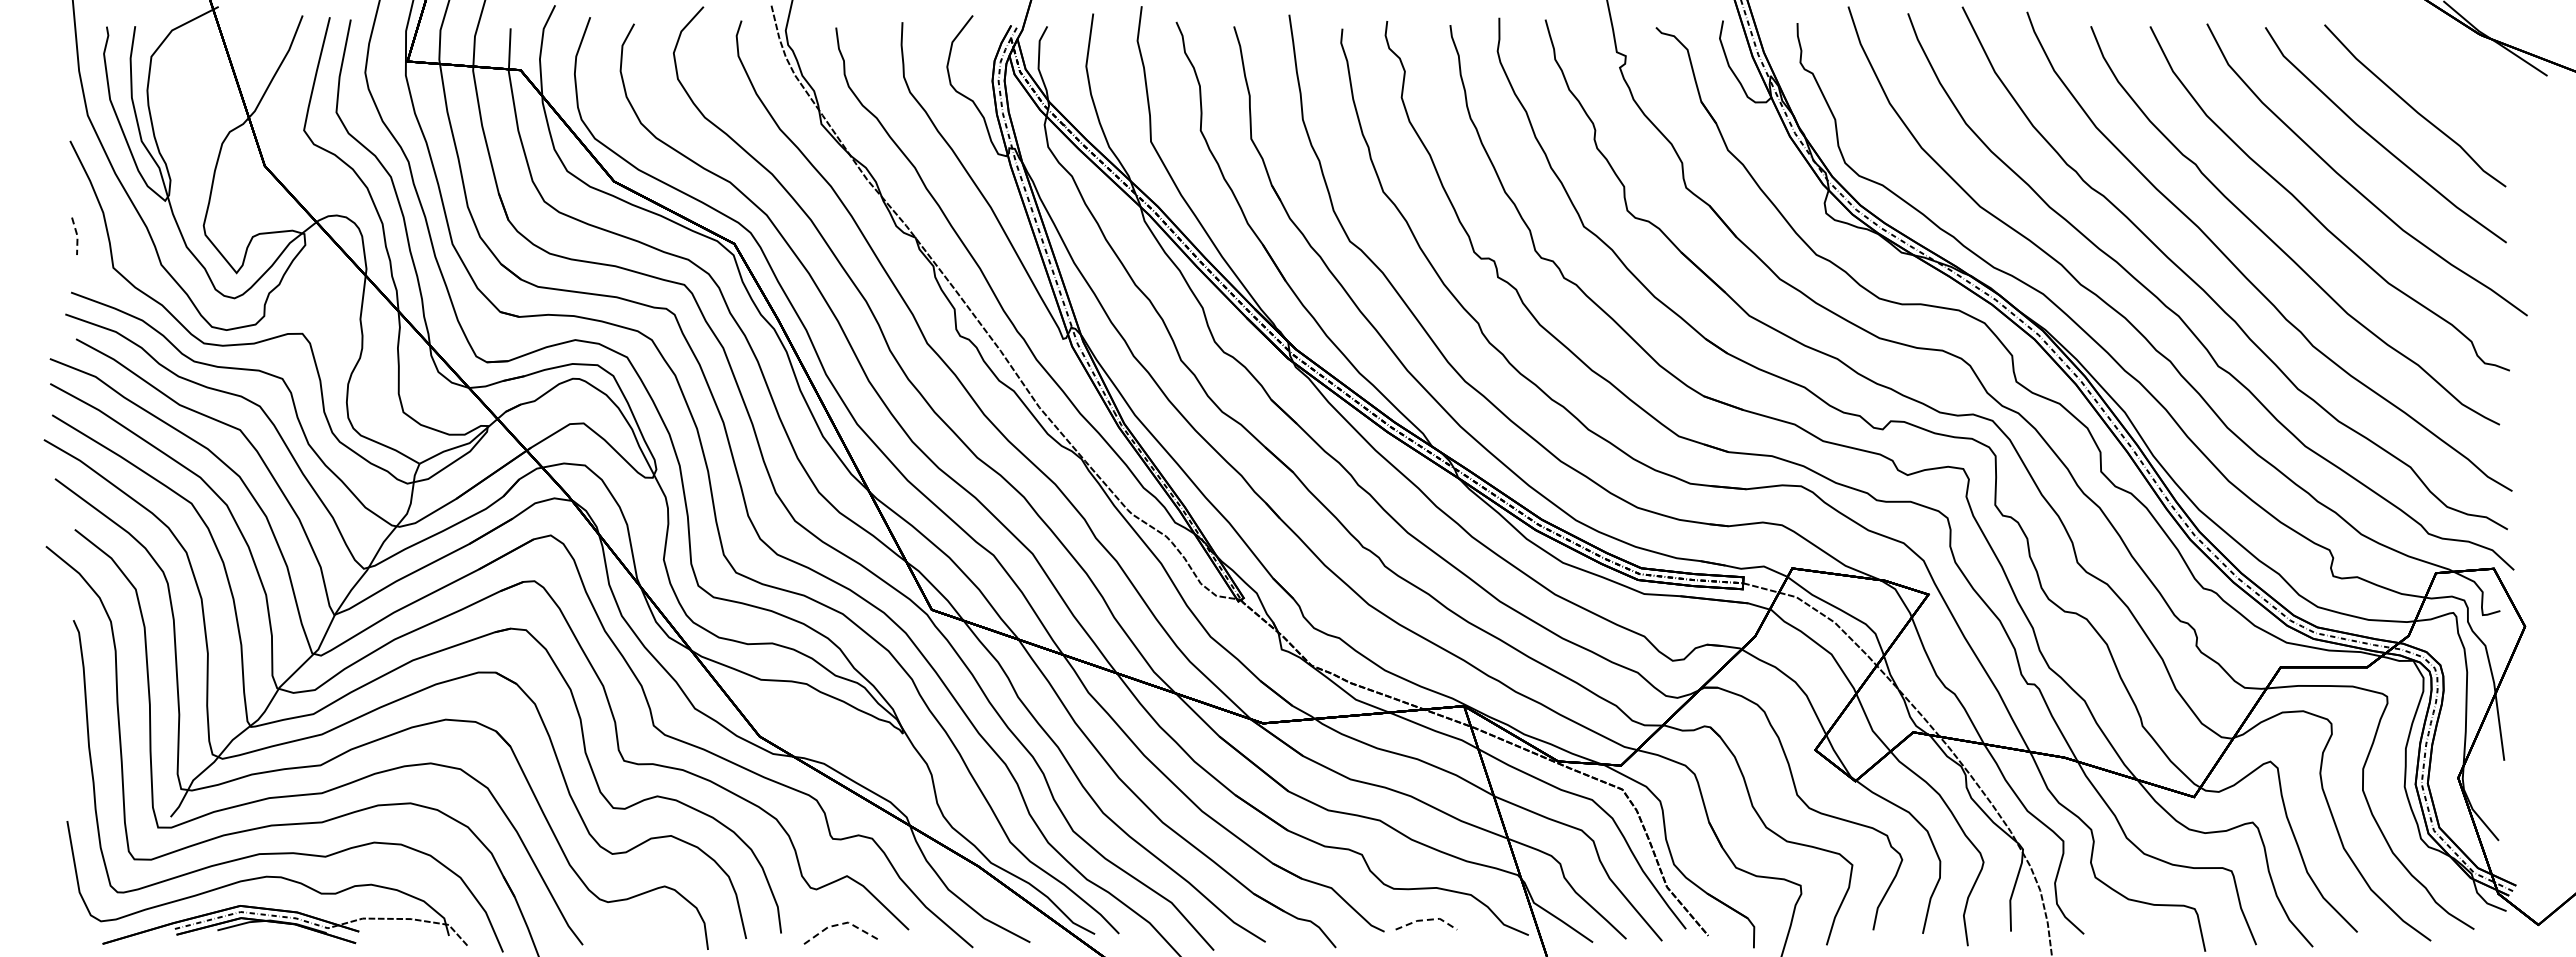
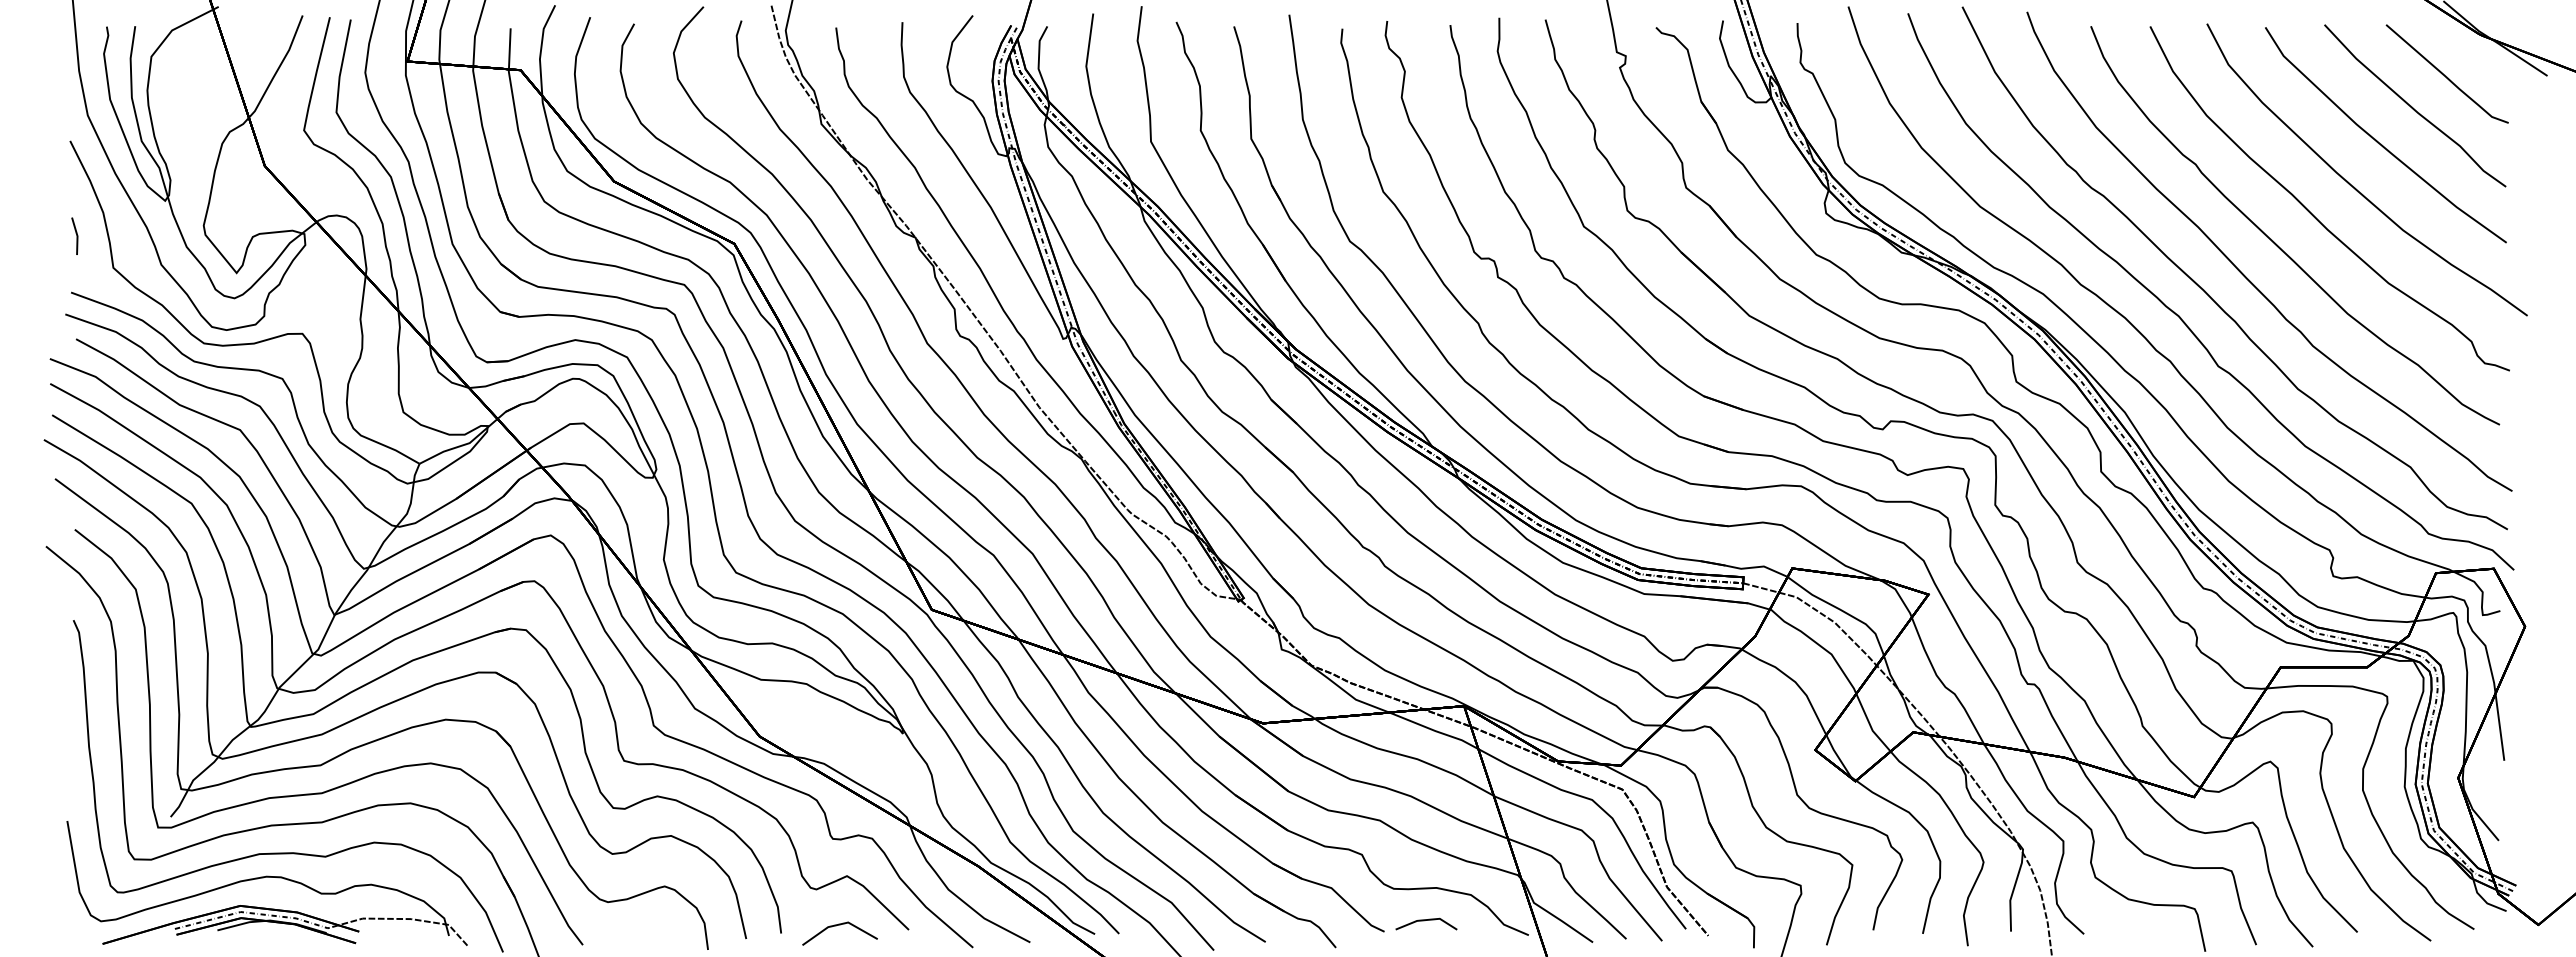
curve at (2444, 74): none -> present
line at (77, 236): dashed -> solid
line at (1426, 919): dashed -> solid
line at (838, 924): dashed -> solid
